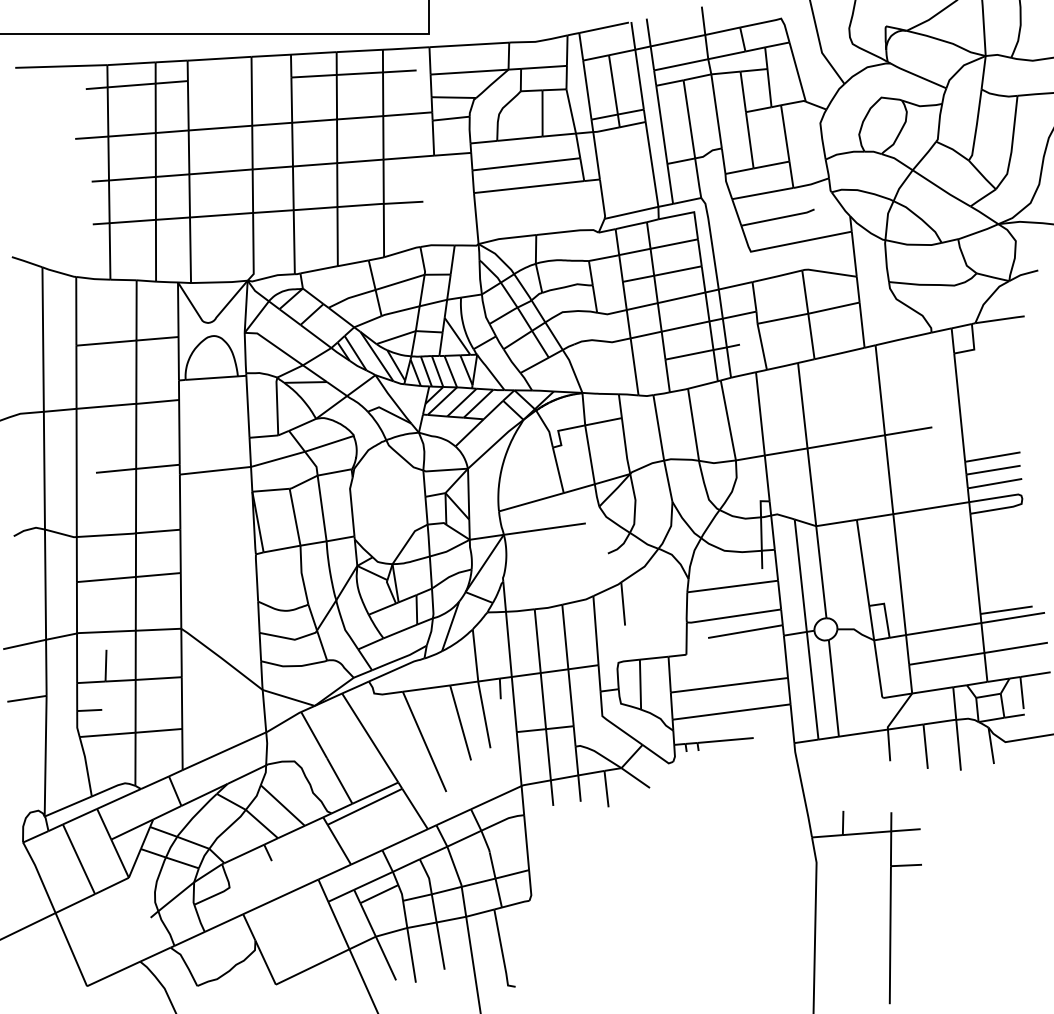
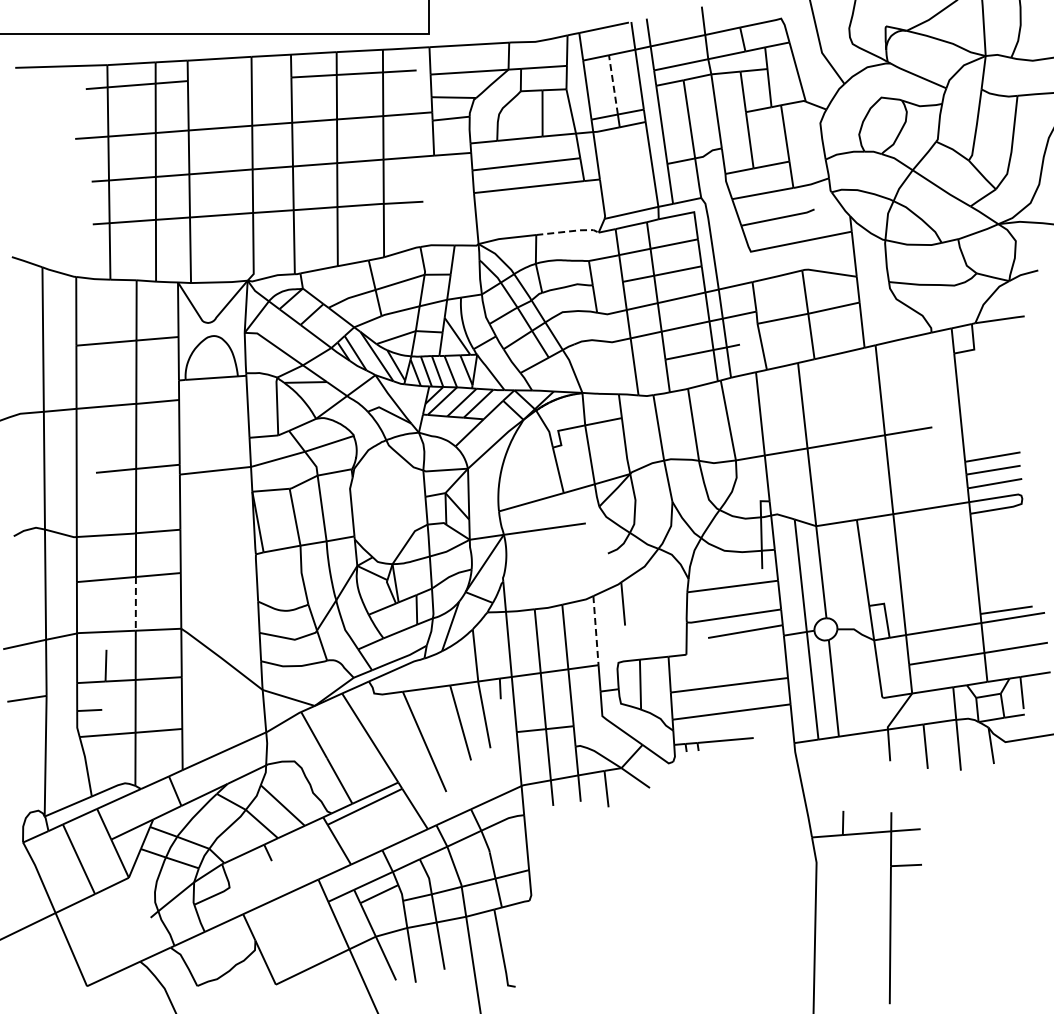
line at (613, 84): solid -> dashed
line at (569, 231): solid -> dashed
line at (135, 603): solid -> dashed
line at (595, 630): solid -> dashed
